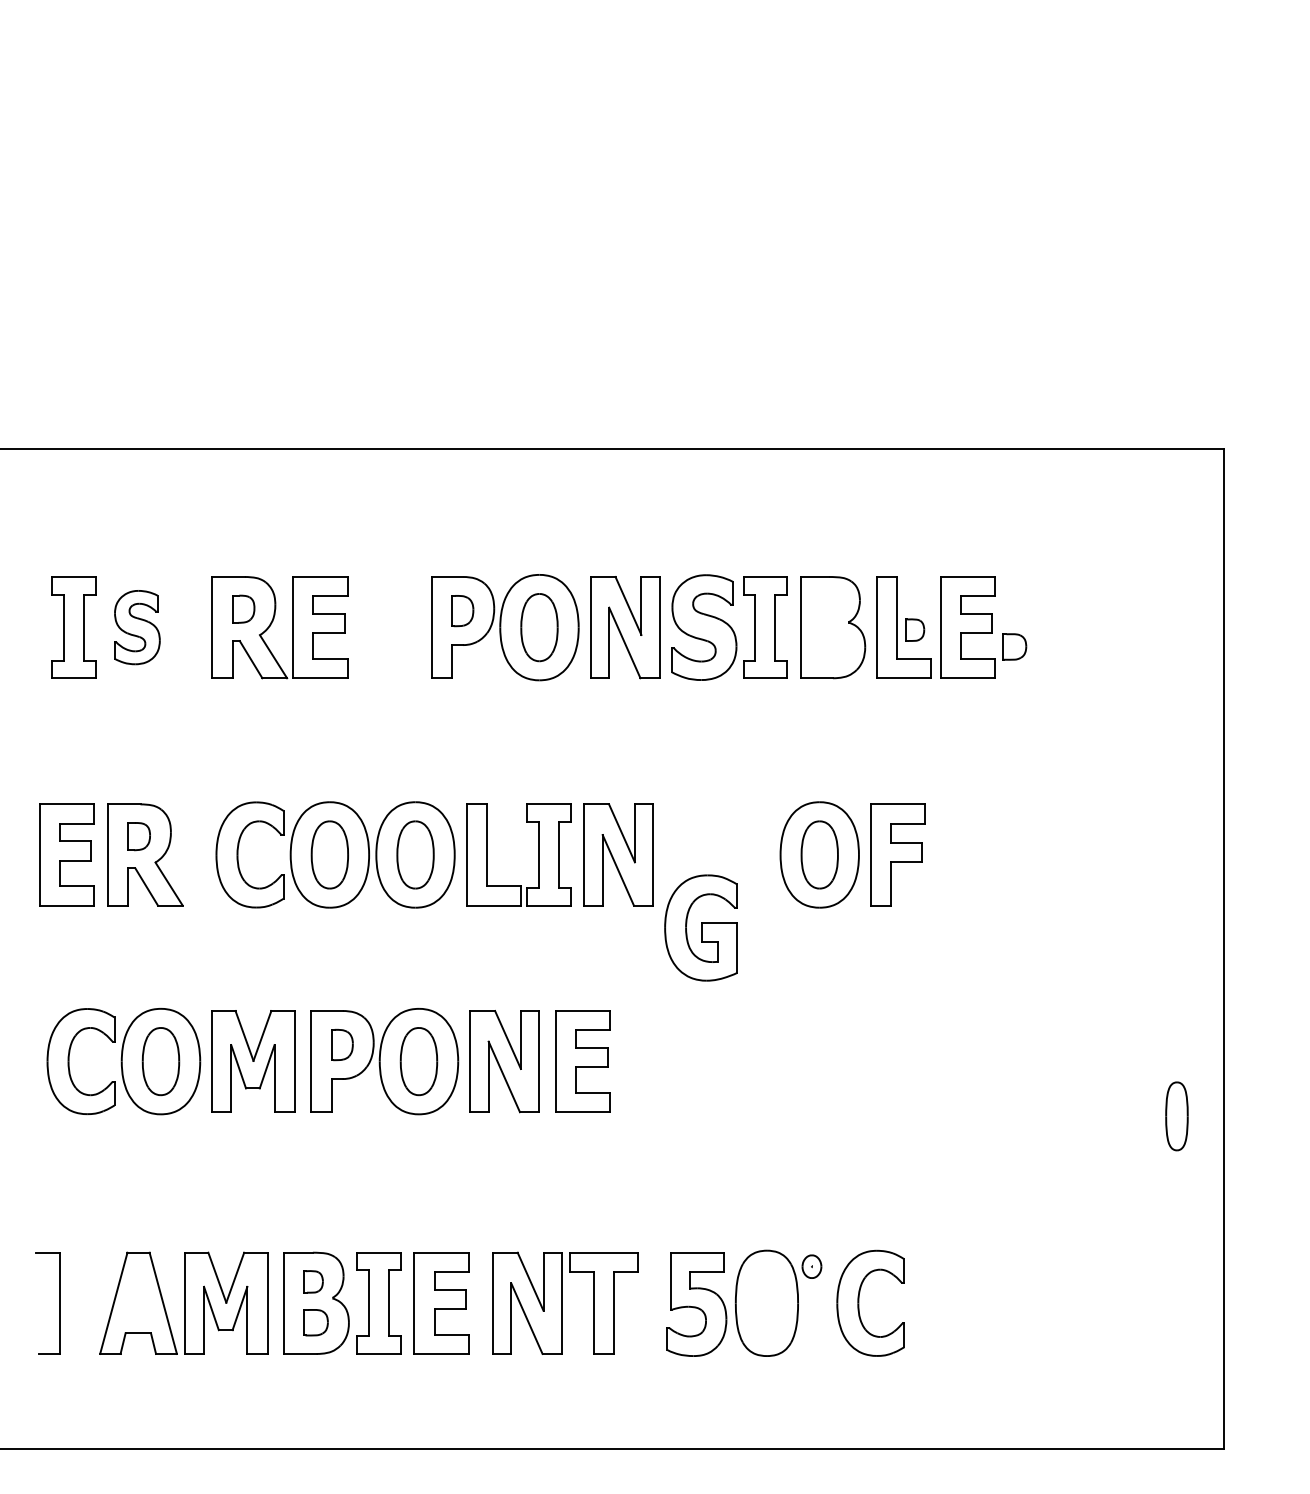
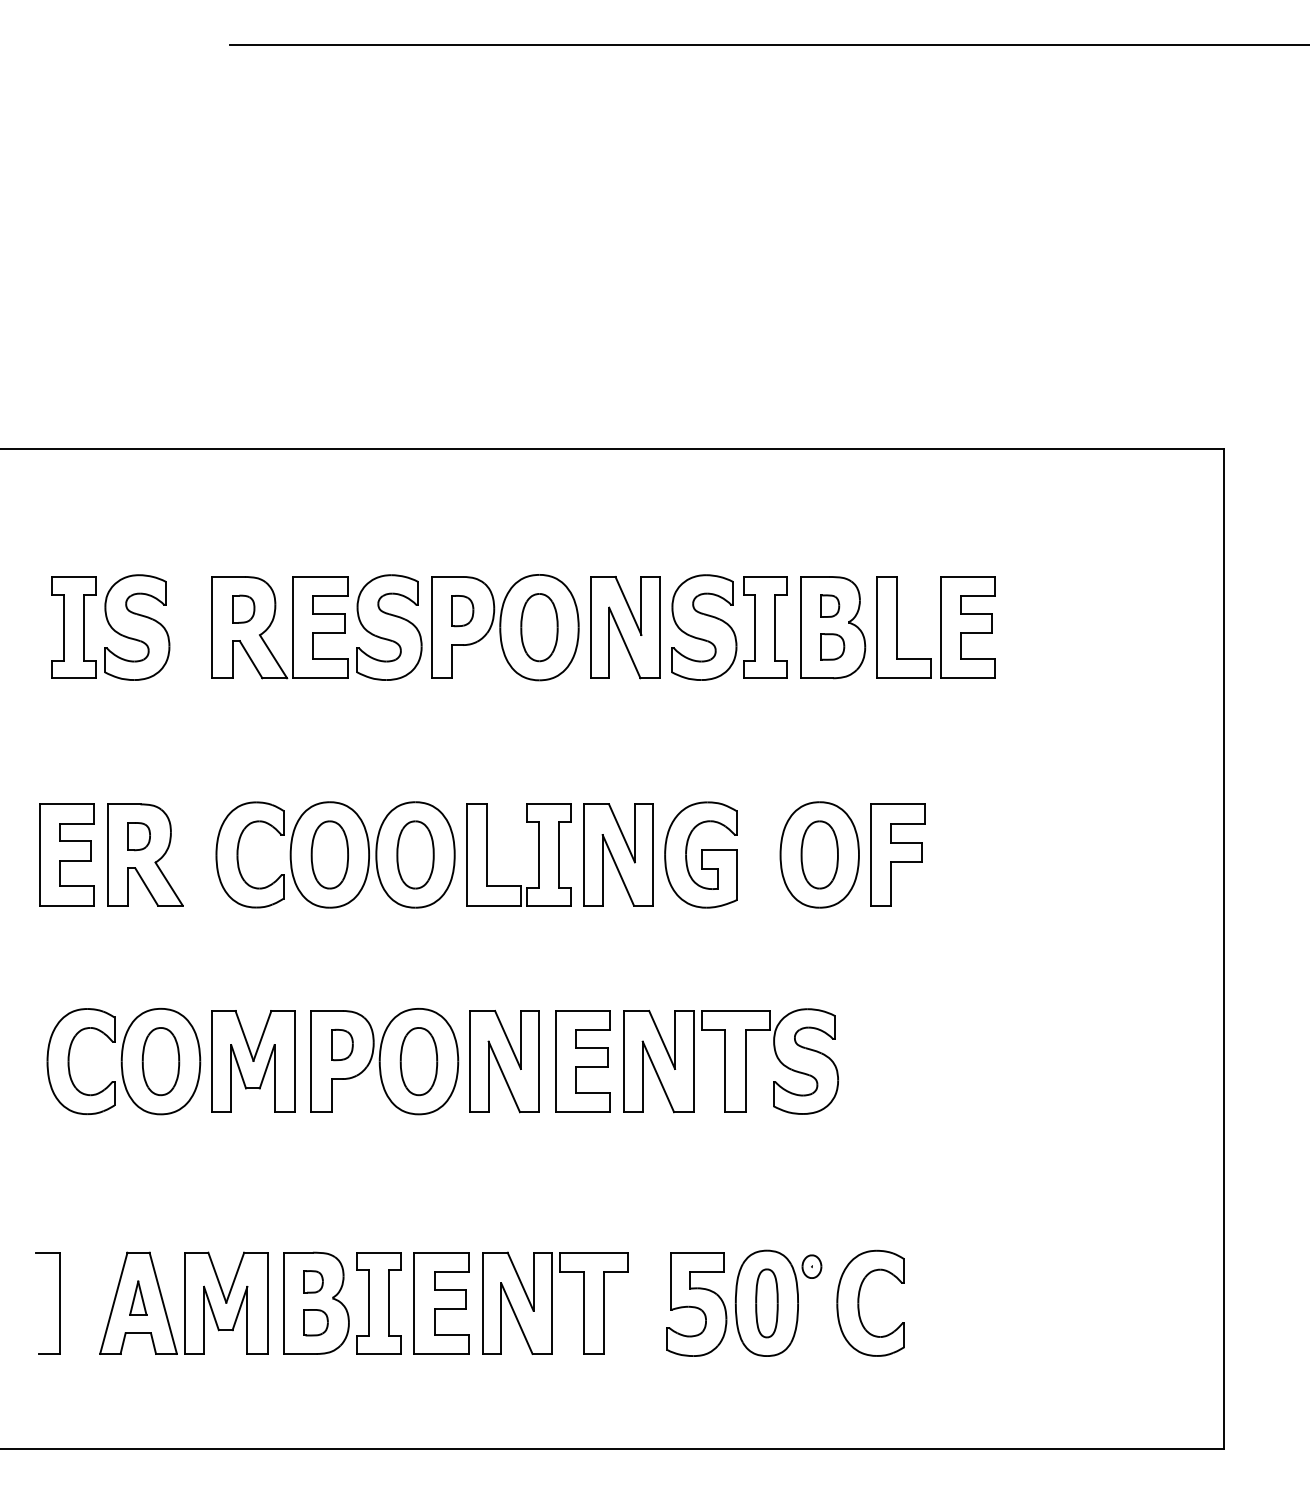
line at (767, 44): none -> present
part at (137, 627) size: 47x76 px -> 67x107 px
part at (389, 627): none -> present
part at (915, 629) position: (915, 629) -> (830, 605)
part at (1014, 646) position: (1014, 646) -> (832, 646)
part at (700, 927) position: (700, 927) -> (700, 854)
part at (730, 1061): none -> present
part at (1176, 1116) position: (1176, 1116) -> (766, 1303)
part at (138, 1297): none -> present
part at (565, 1302) position: (565, 1302) -> (555, 1302)
